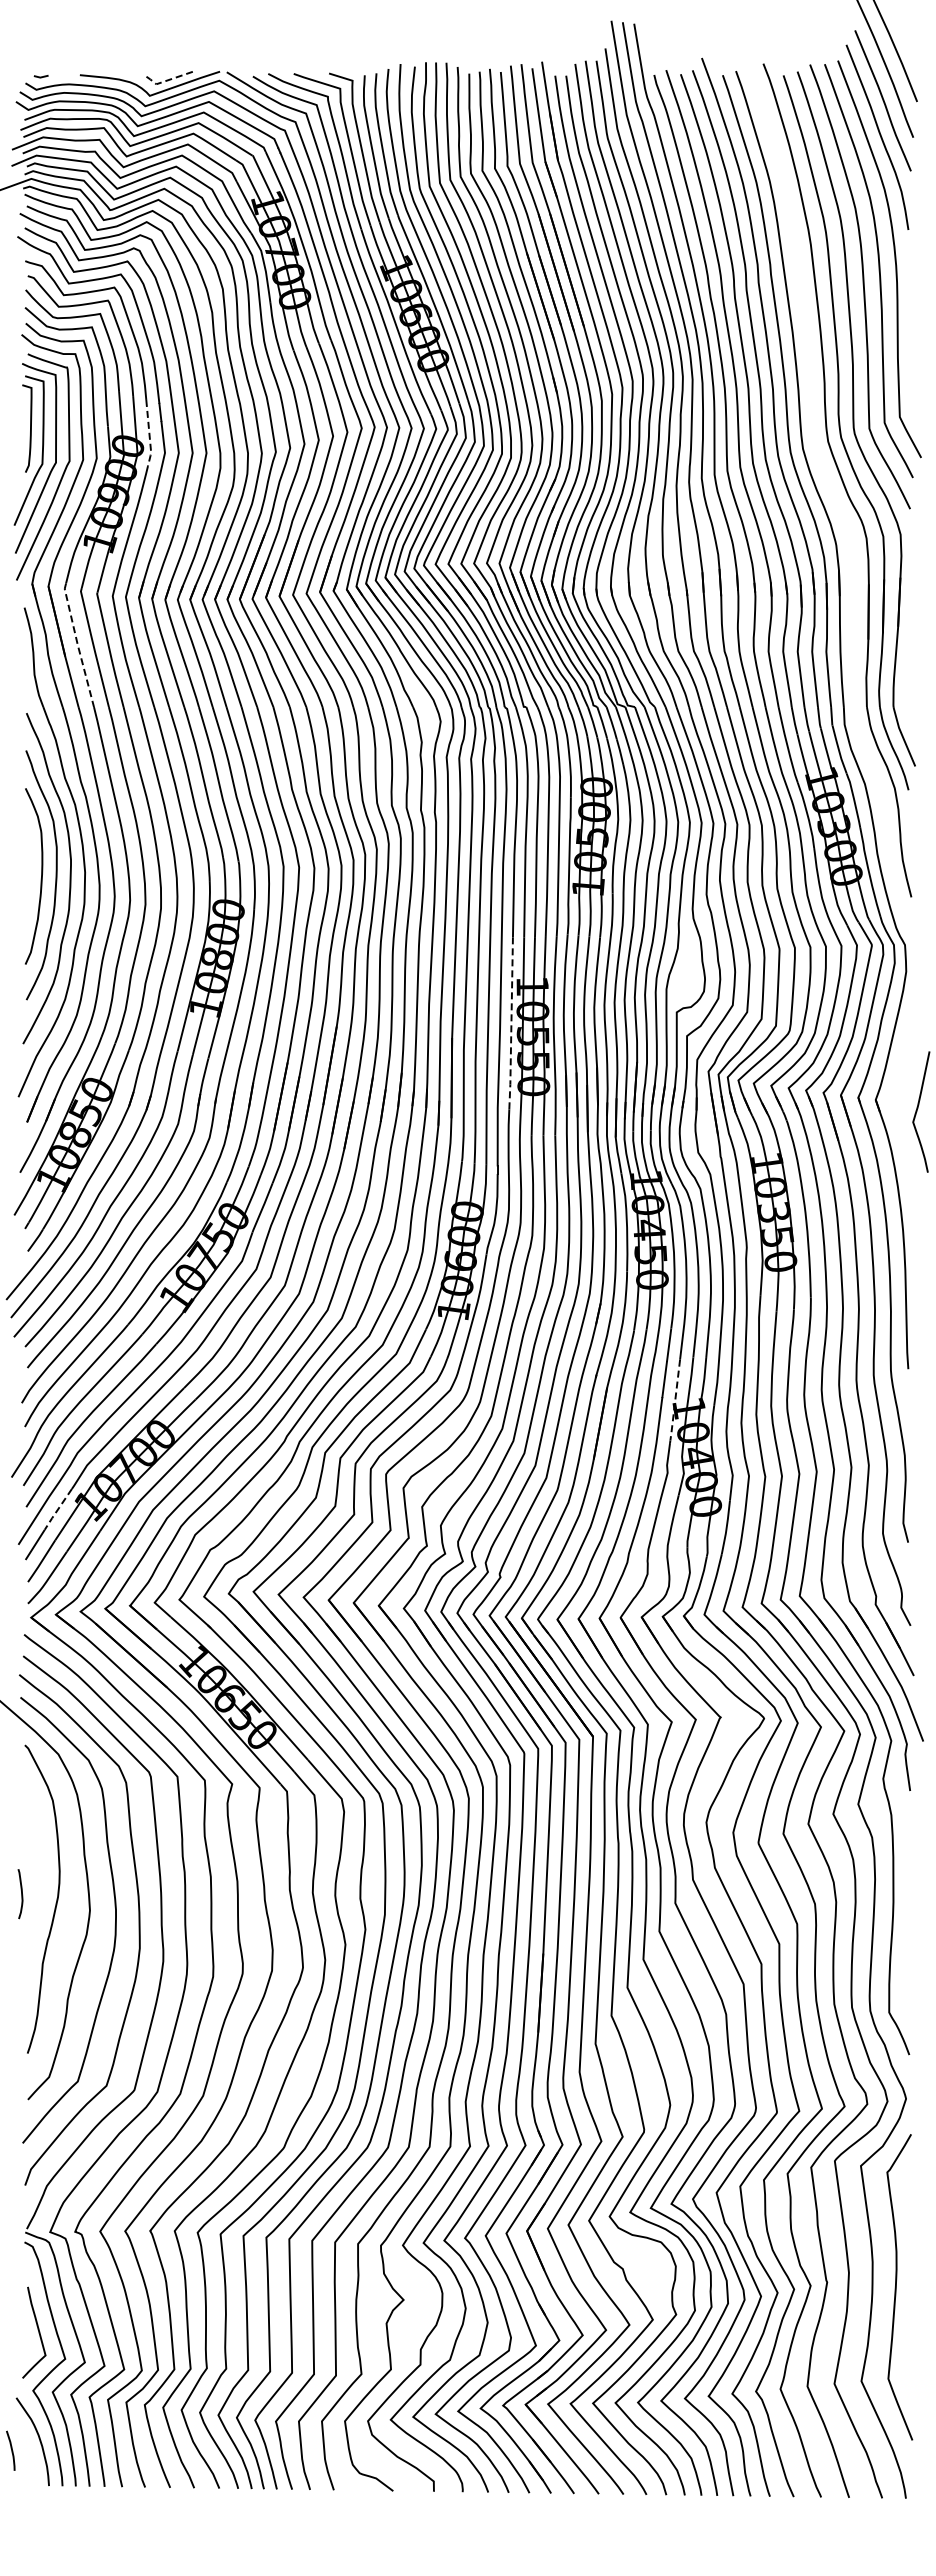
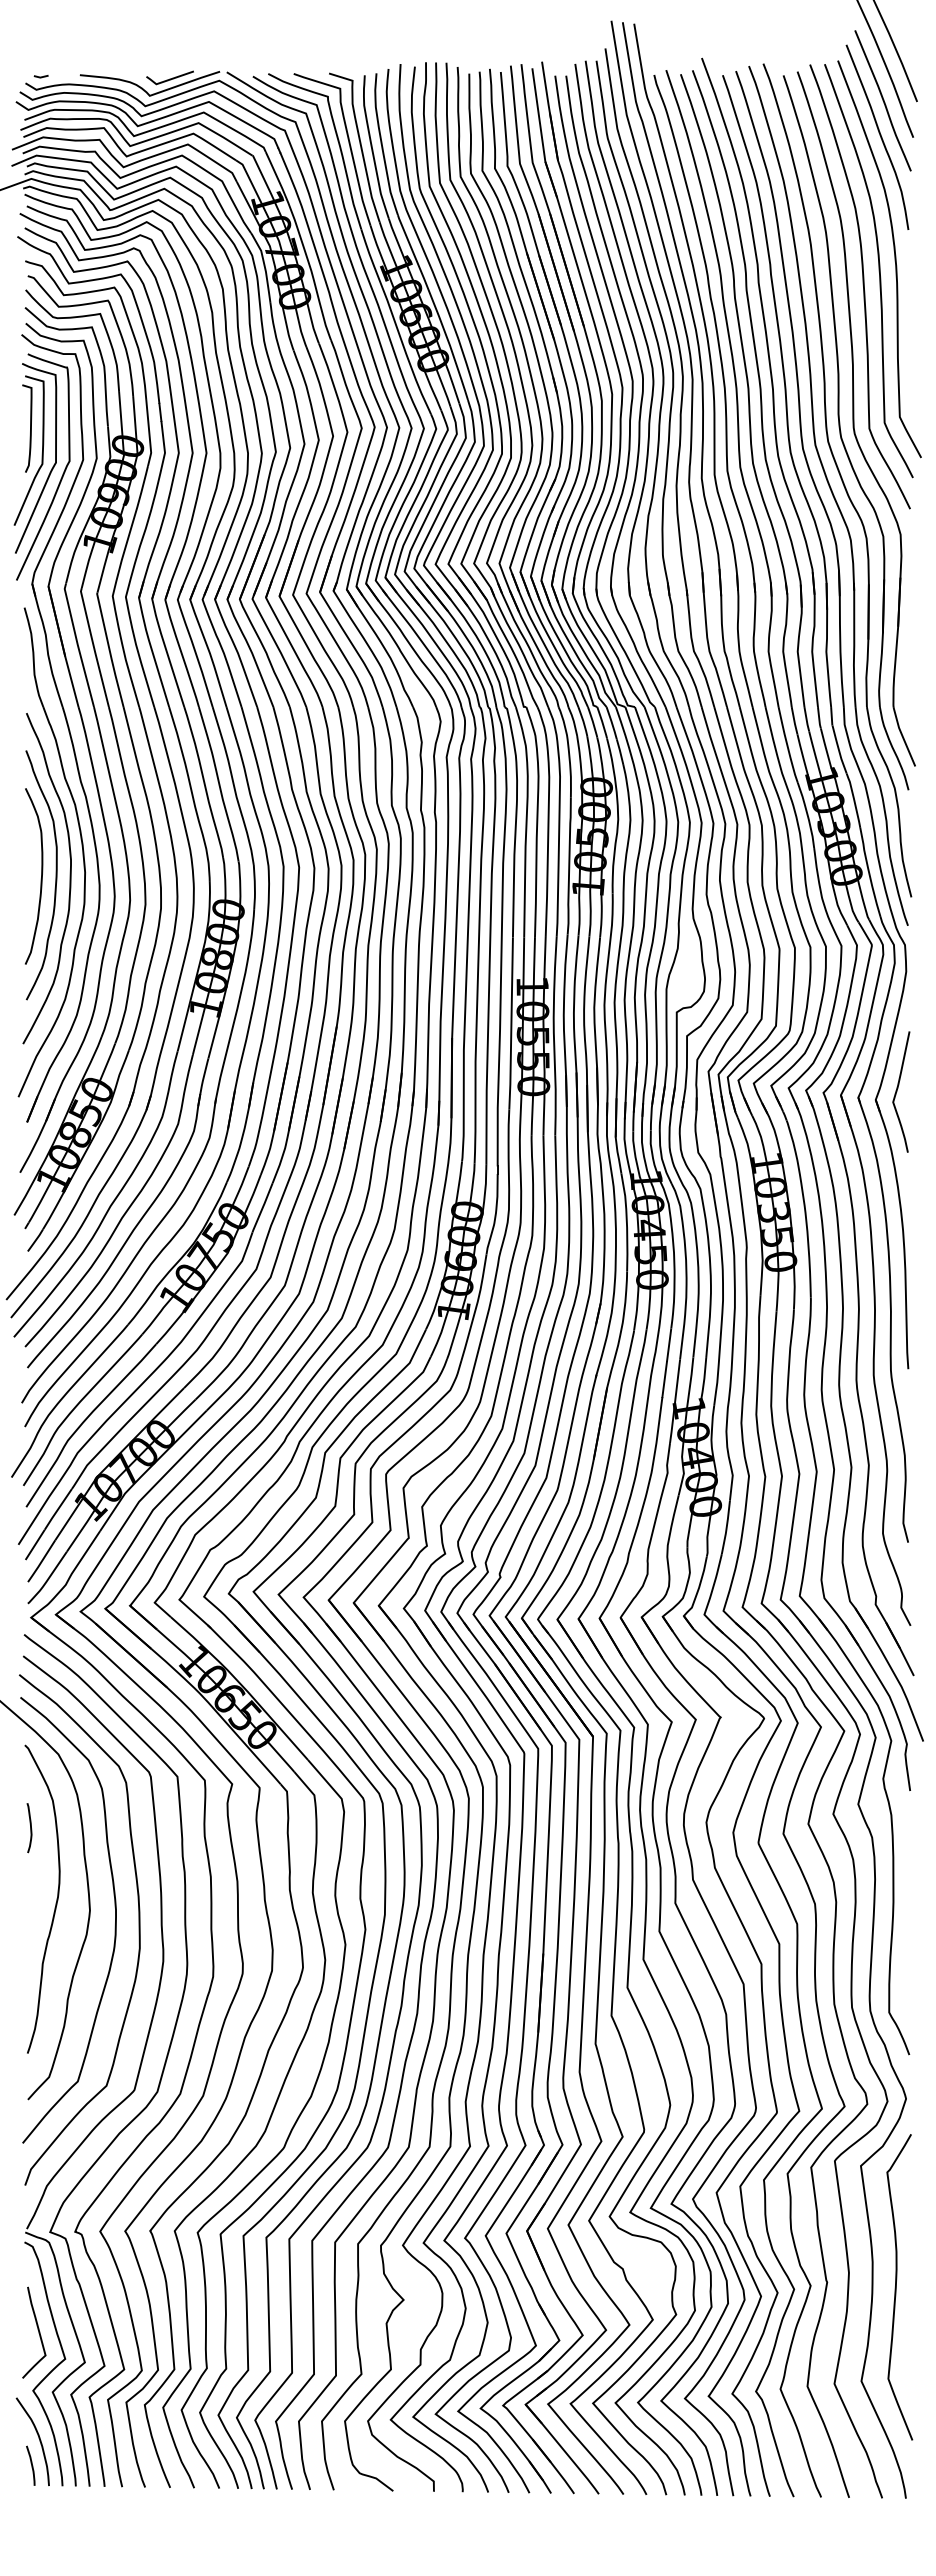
line at (168, 80): dashed -> solid
line at (149, 435): dashed -> solid
part at (828, 495): none -> present
line at (77, 645): dashed -> solid
line at (511, 1023): dashed -> solid
curve at (917, 1111) position: (917, 1111) -> (897, 1091)
line at (674, 1403): dashed -> solid
line at (57, 1510): dashed -> solid
curve at (21, 1894) position: (21, 1894) -> (30, 1828)
curve at (11, 2450) position: (11, 2450) -> (31, 2465)
